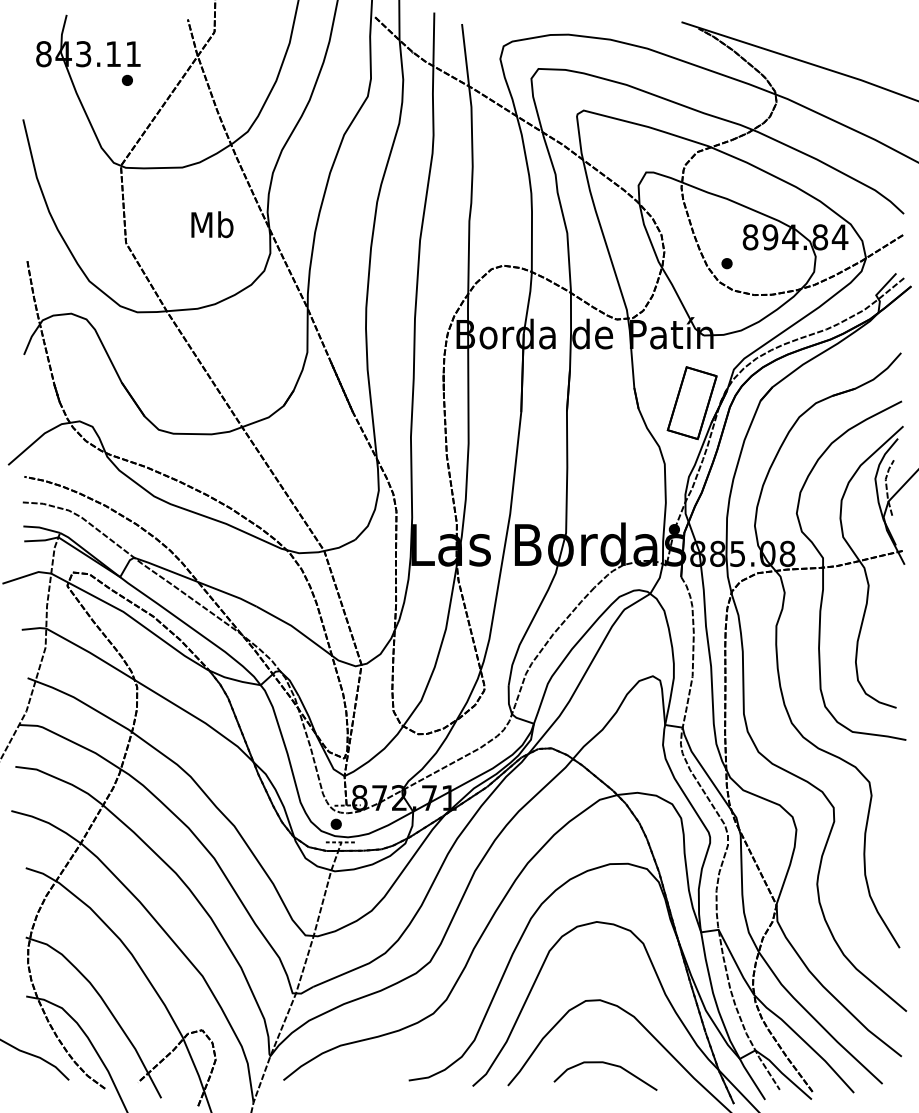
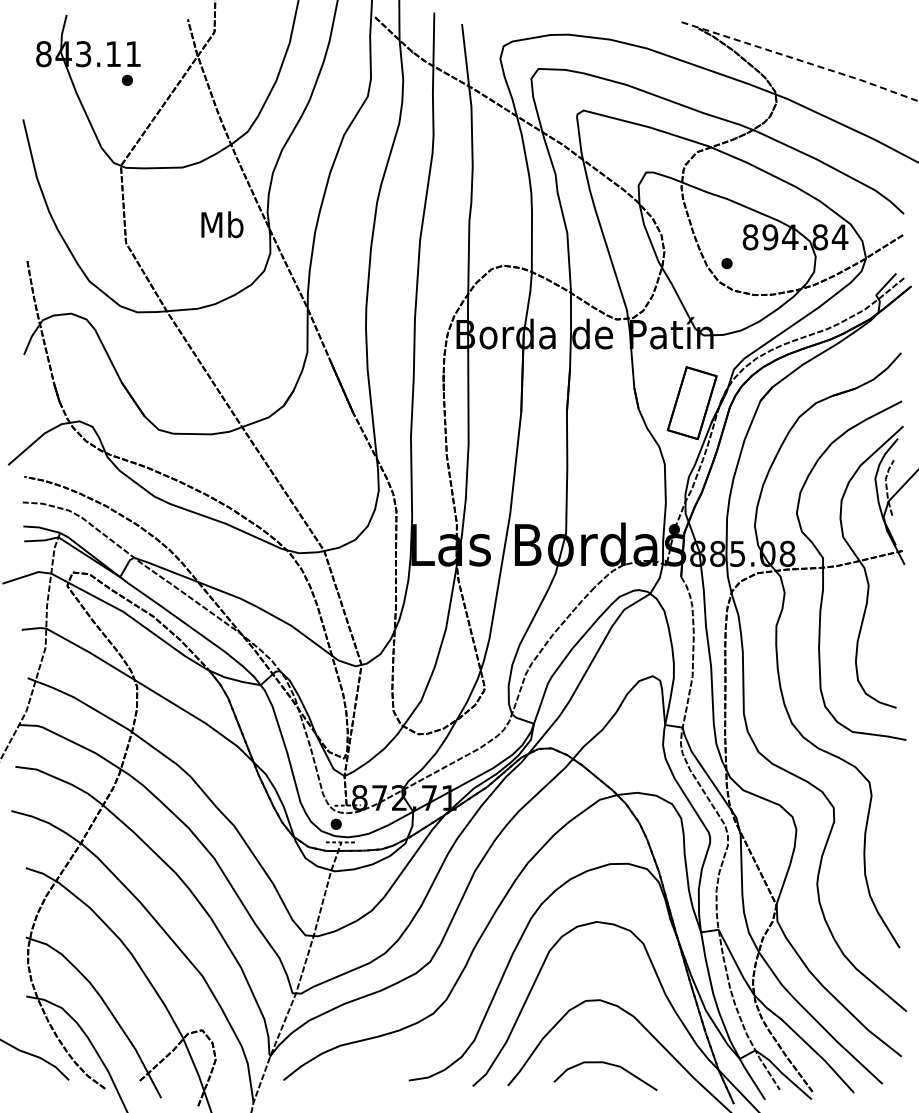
line at (801, 60): solid -> dashed
text at (212, 224) position: (212, 224) -> (222, 224)
